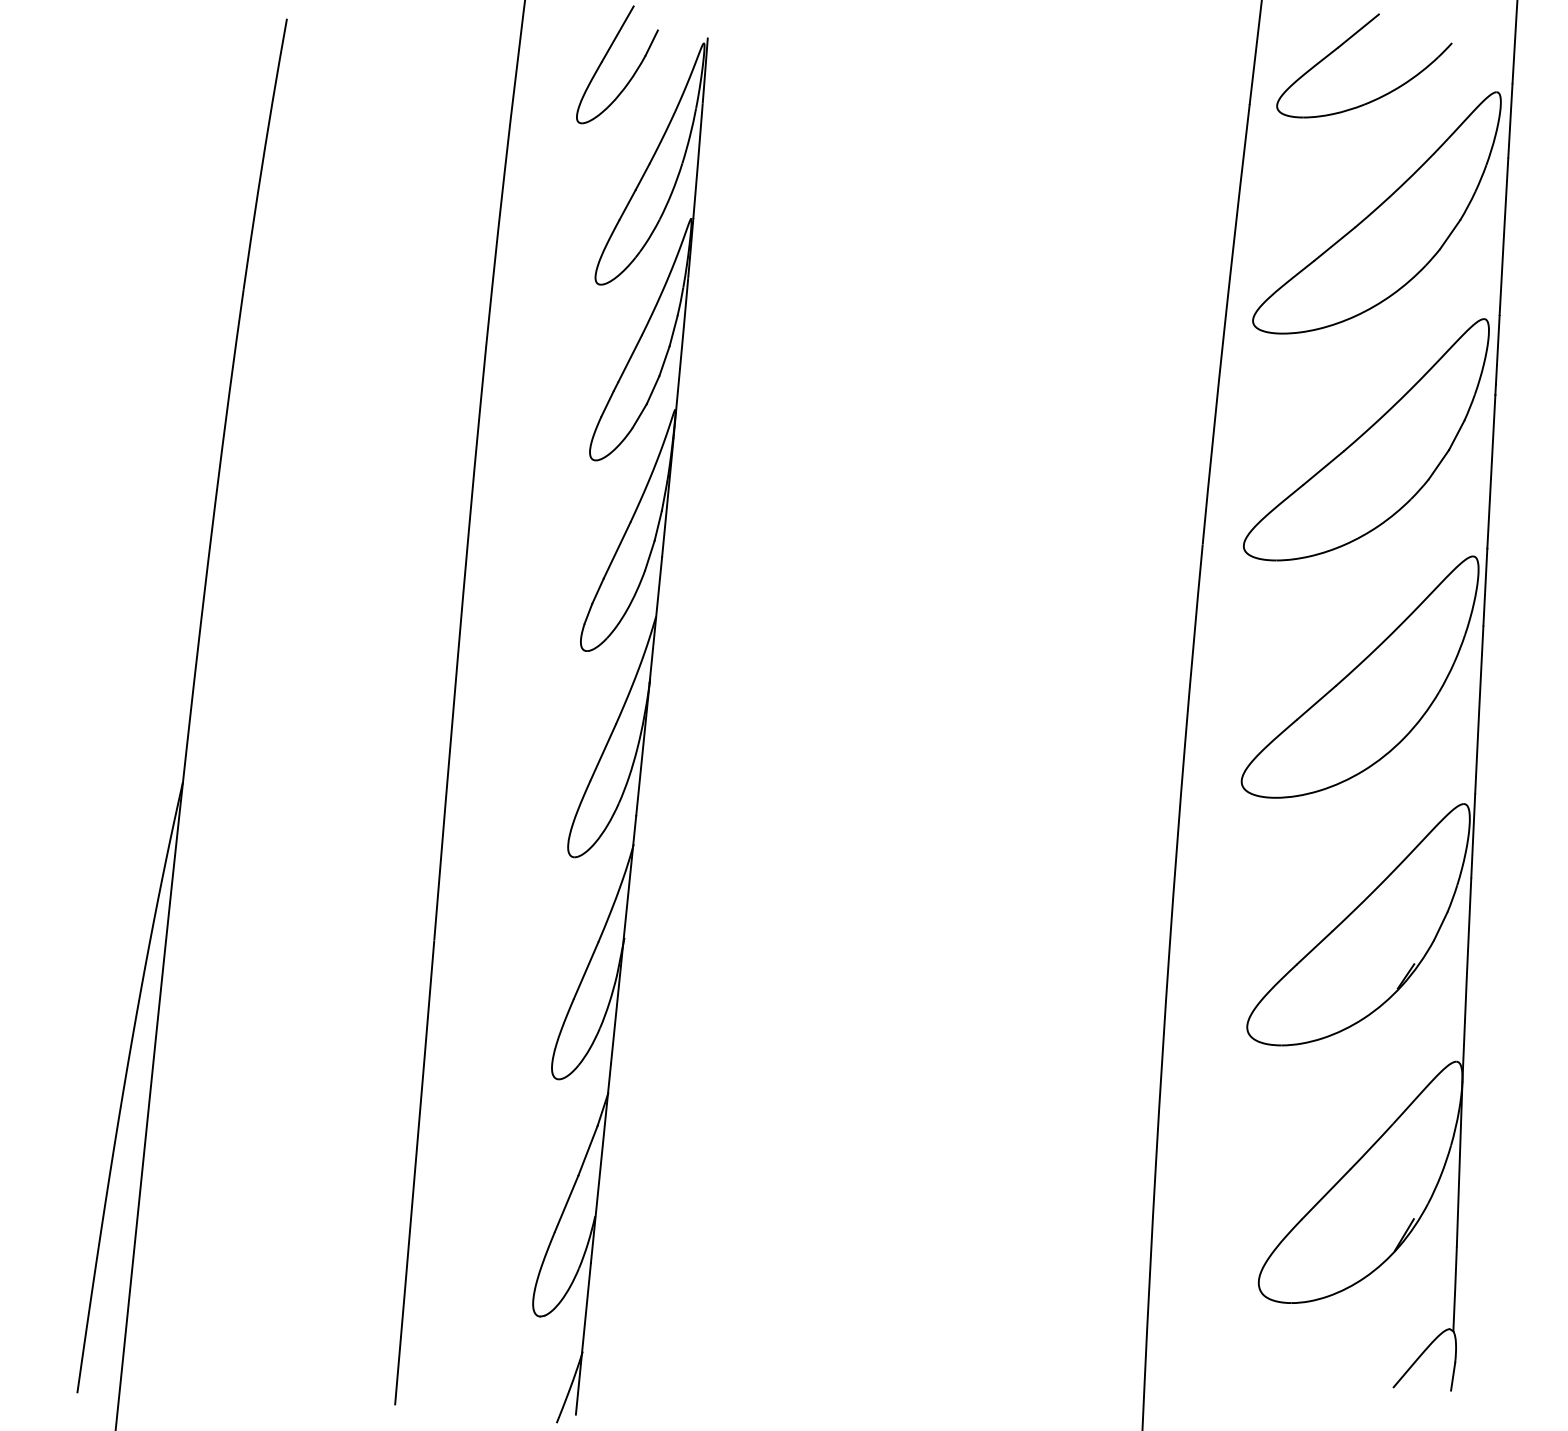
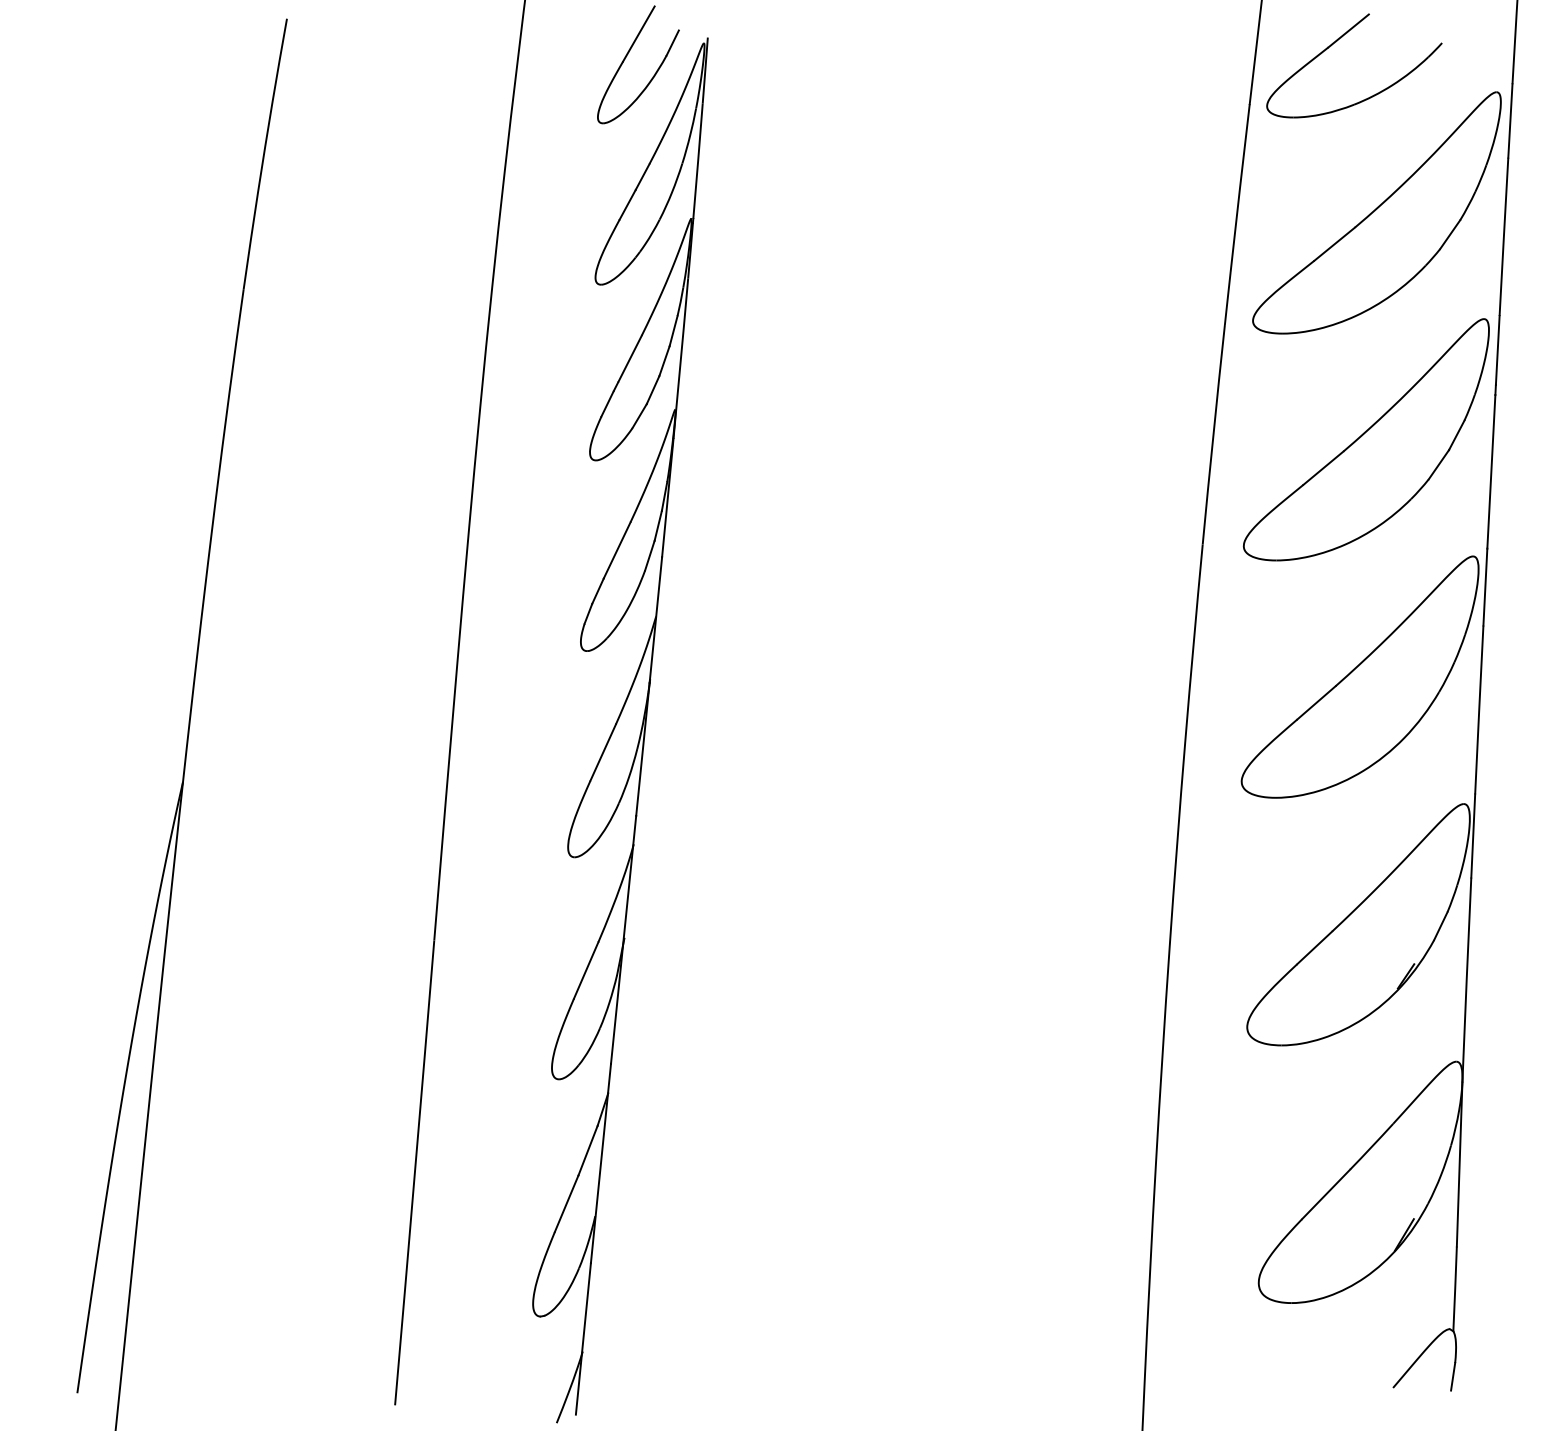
part at (1346, 42) position: (1346, 42) -> (1336, 42)
part at (606, 56) position: (606, 56) -> (627, 56)
